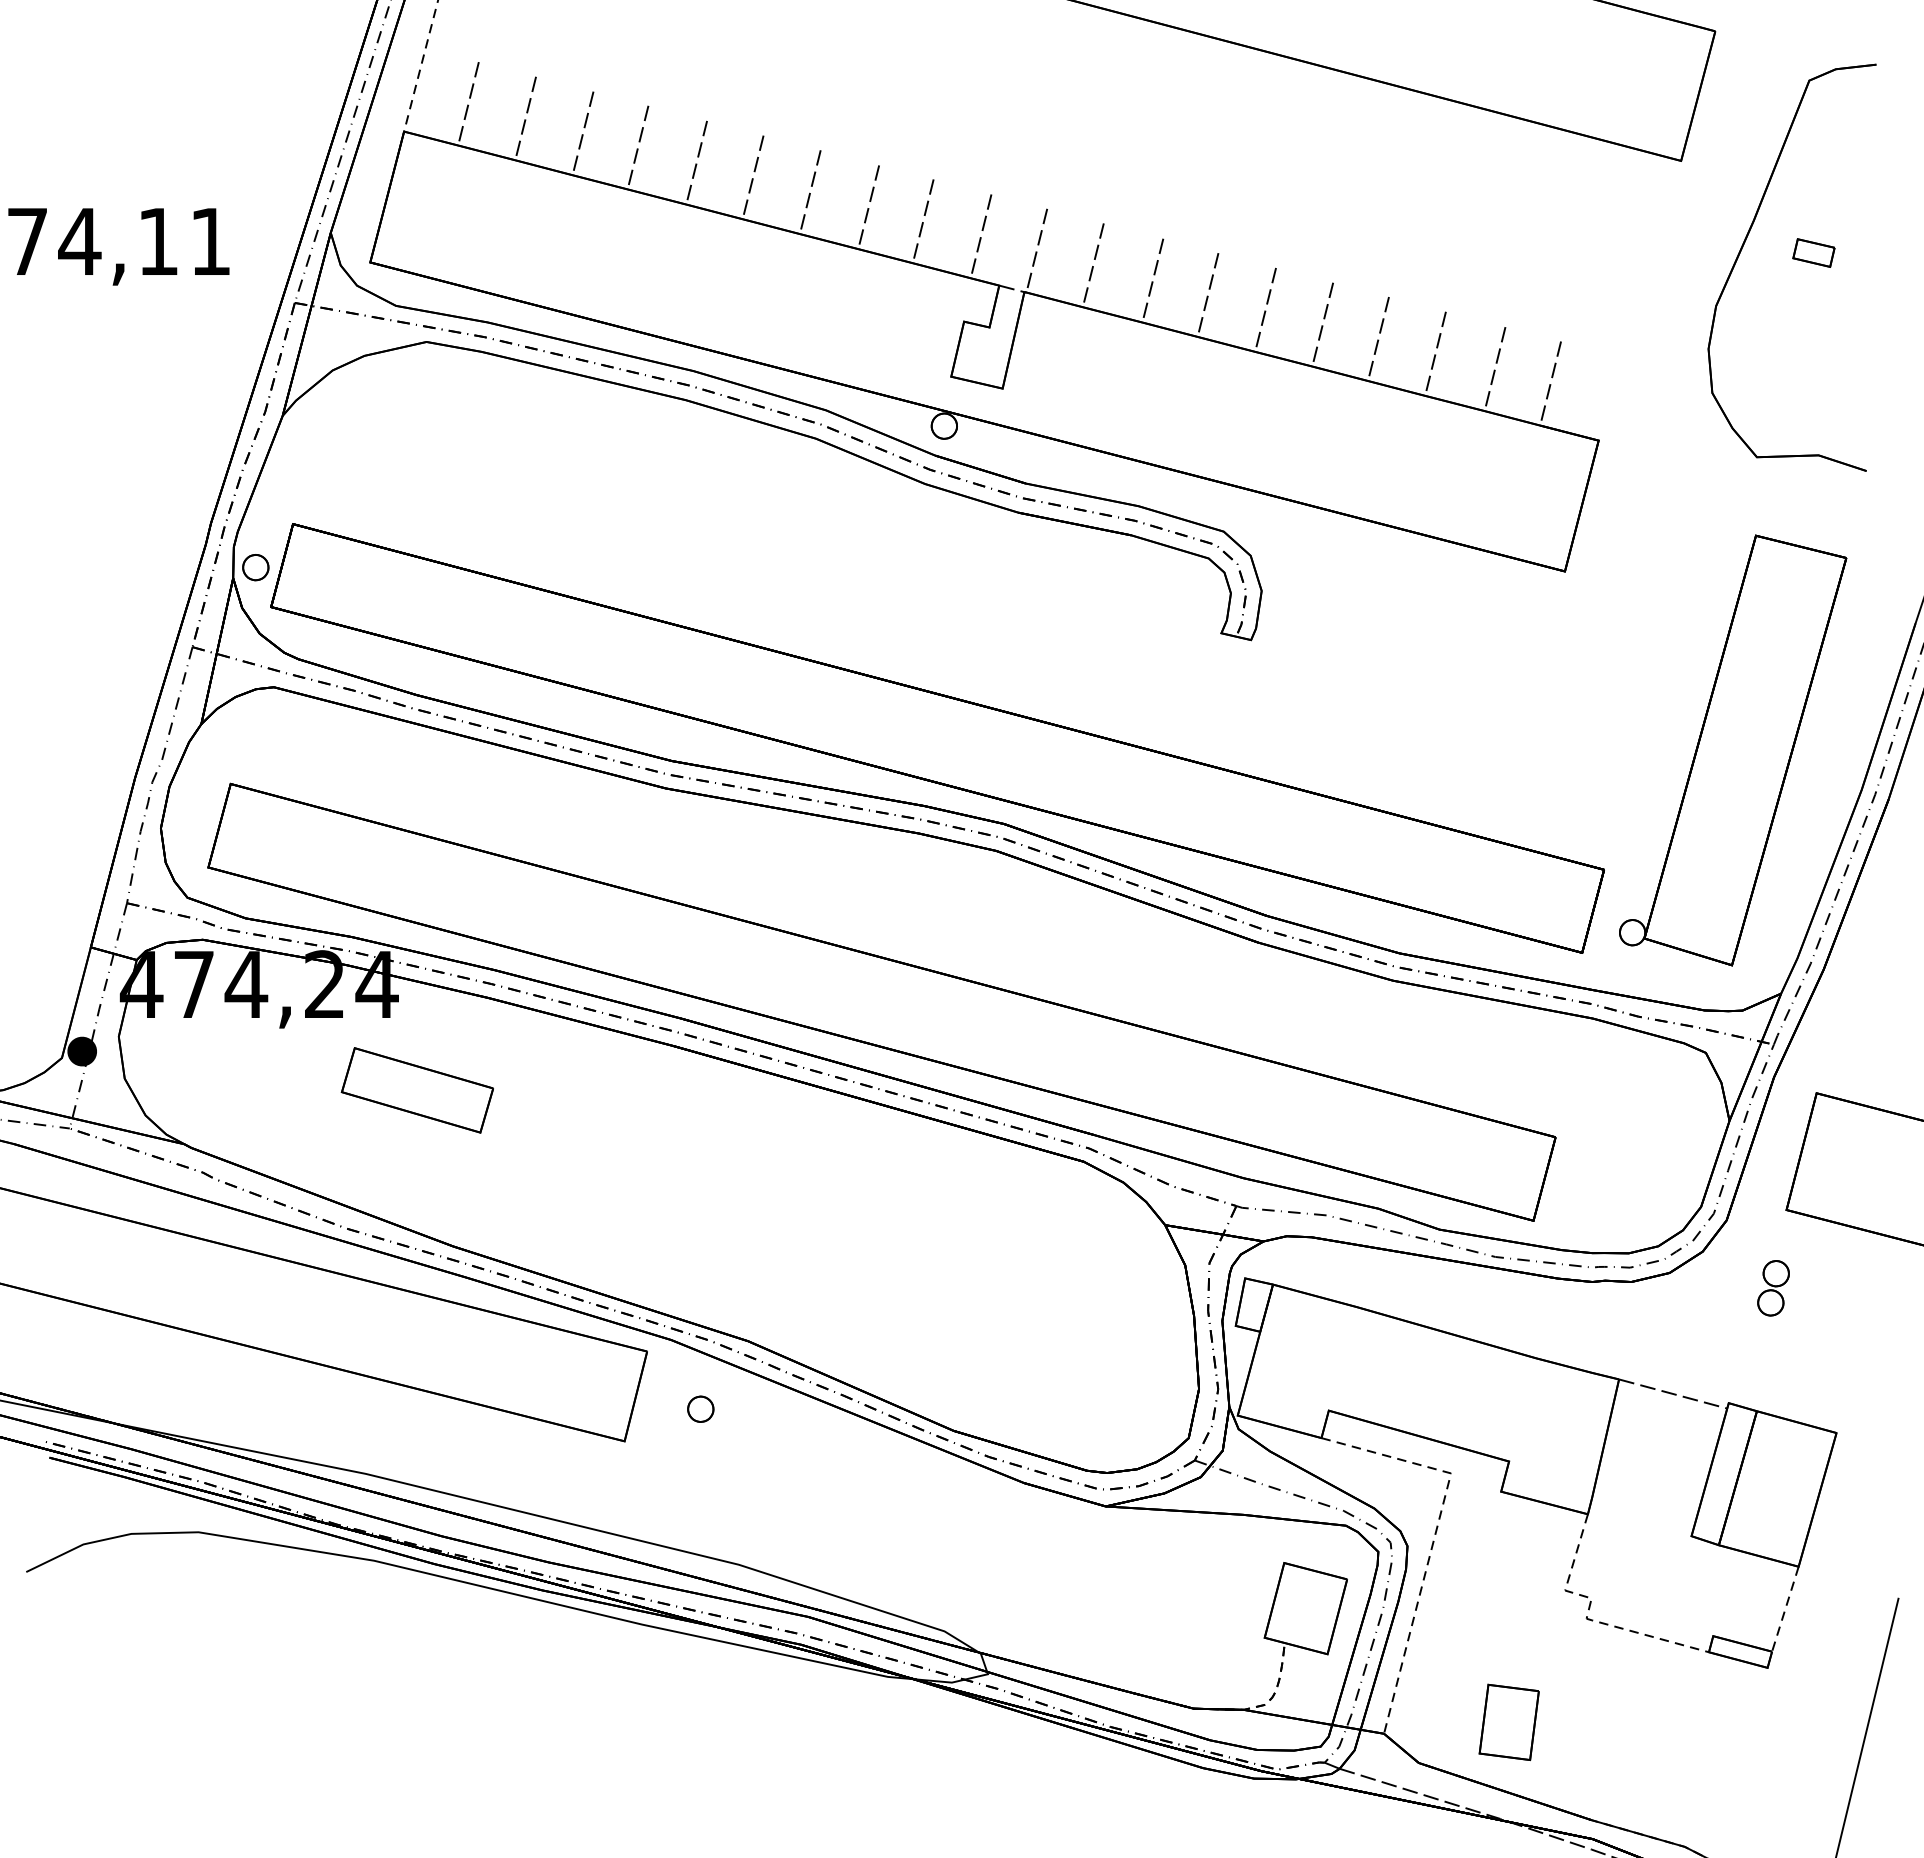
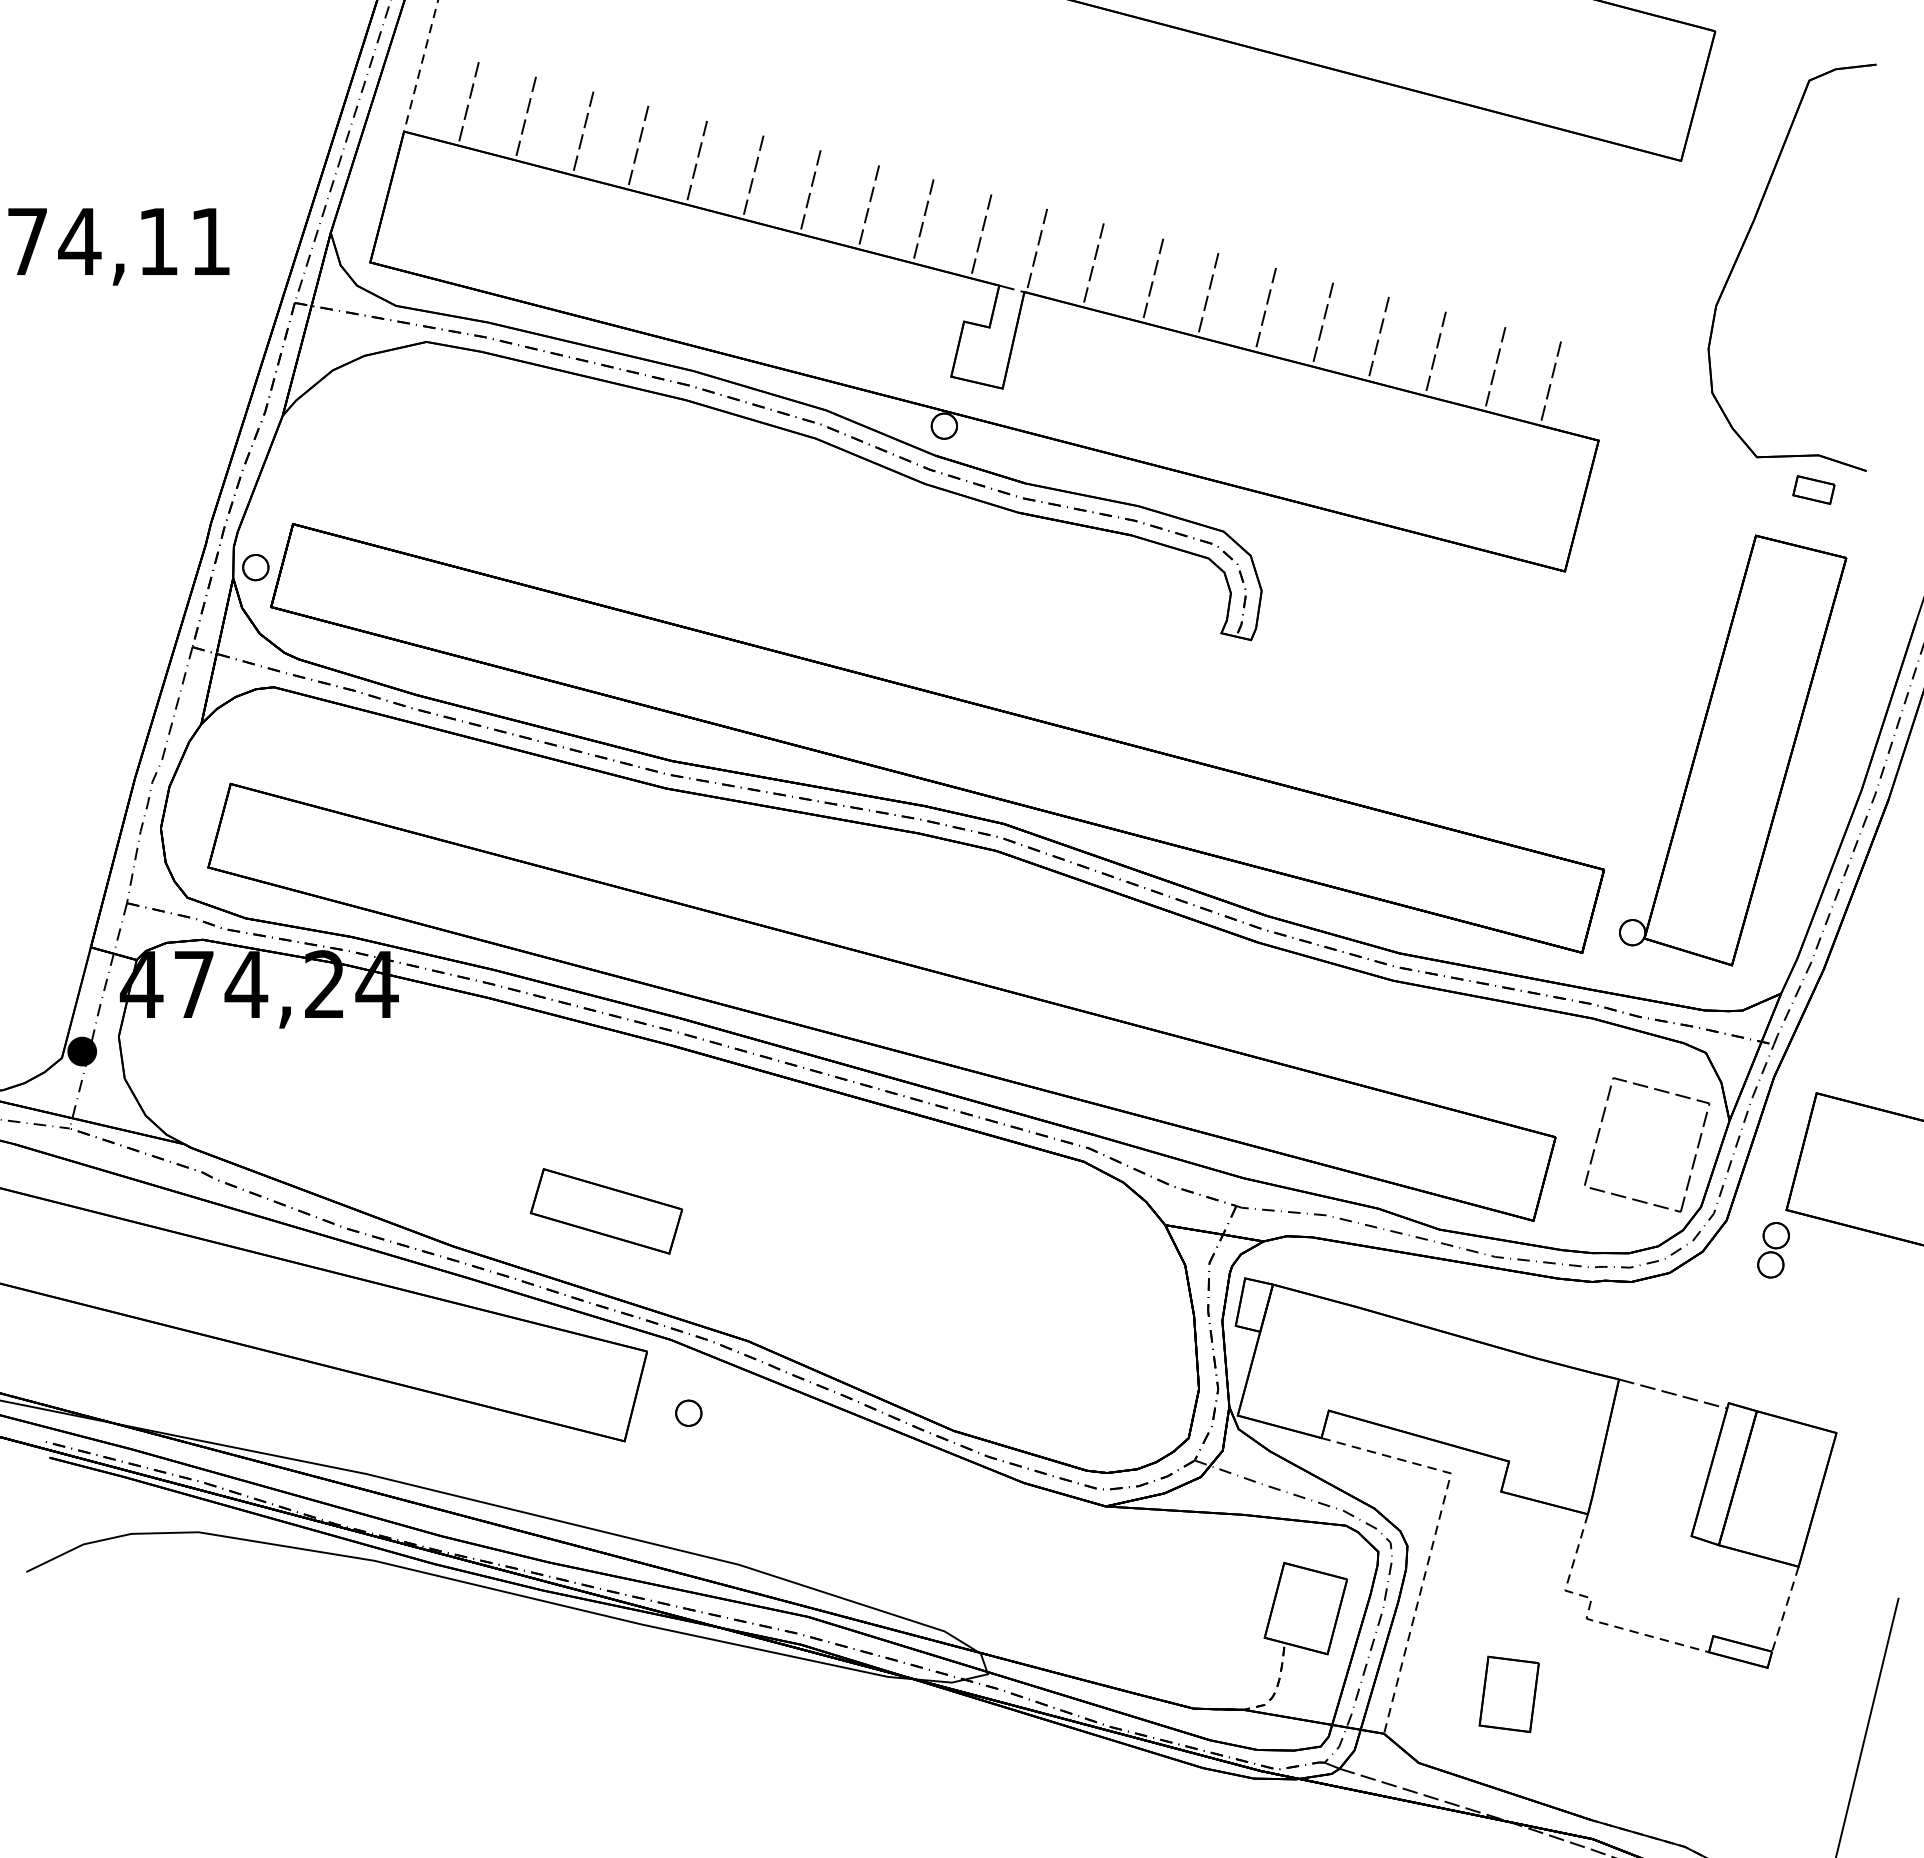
part at (1813, 252) position: (1813, 252) -> (1813, 489)
part at (416, 1090) position: (416, 1090) -> (605, 1211)
part at (1694, 1155): none -> present
part at (1773, 1288) position: (1773, 1288) -> (1773, 1250)
part at (700, 1408) position: (700, 1408) -> (688, 1412)
part at (1508, 1722) position: (1508, 1722) -> (1508, 1694)
